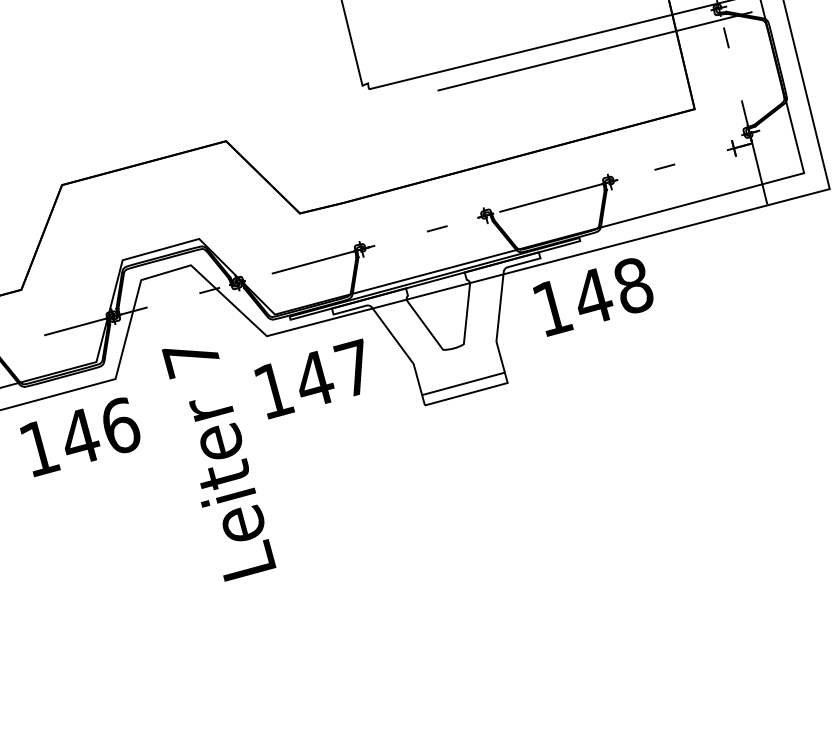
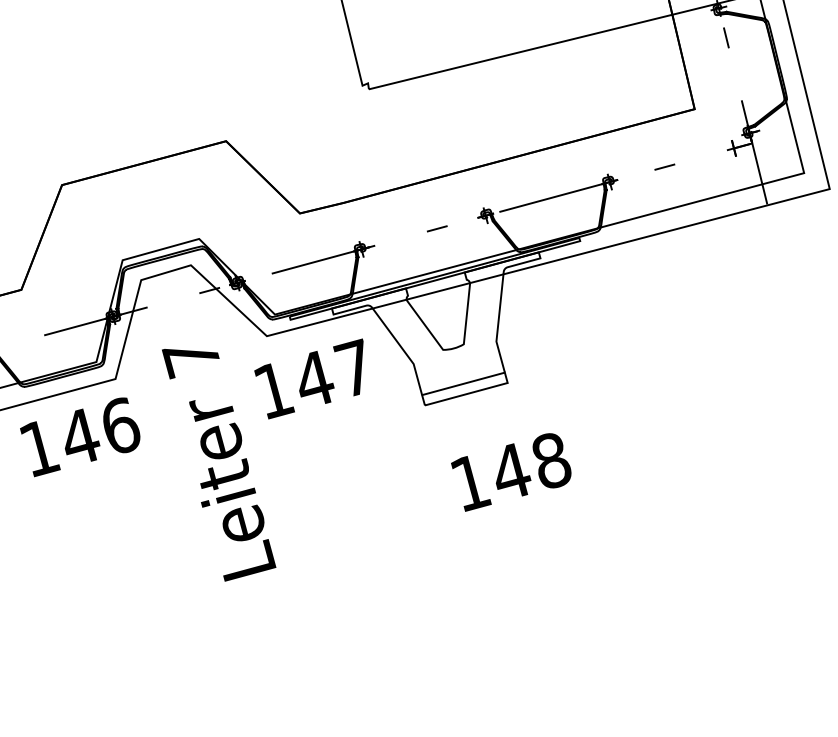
line at (594, 51): present -> none
text at (593, 297) position: (593, 297) -> (511, 472)
